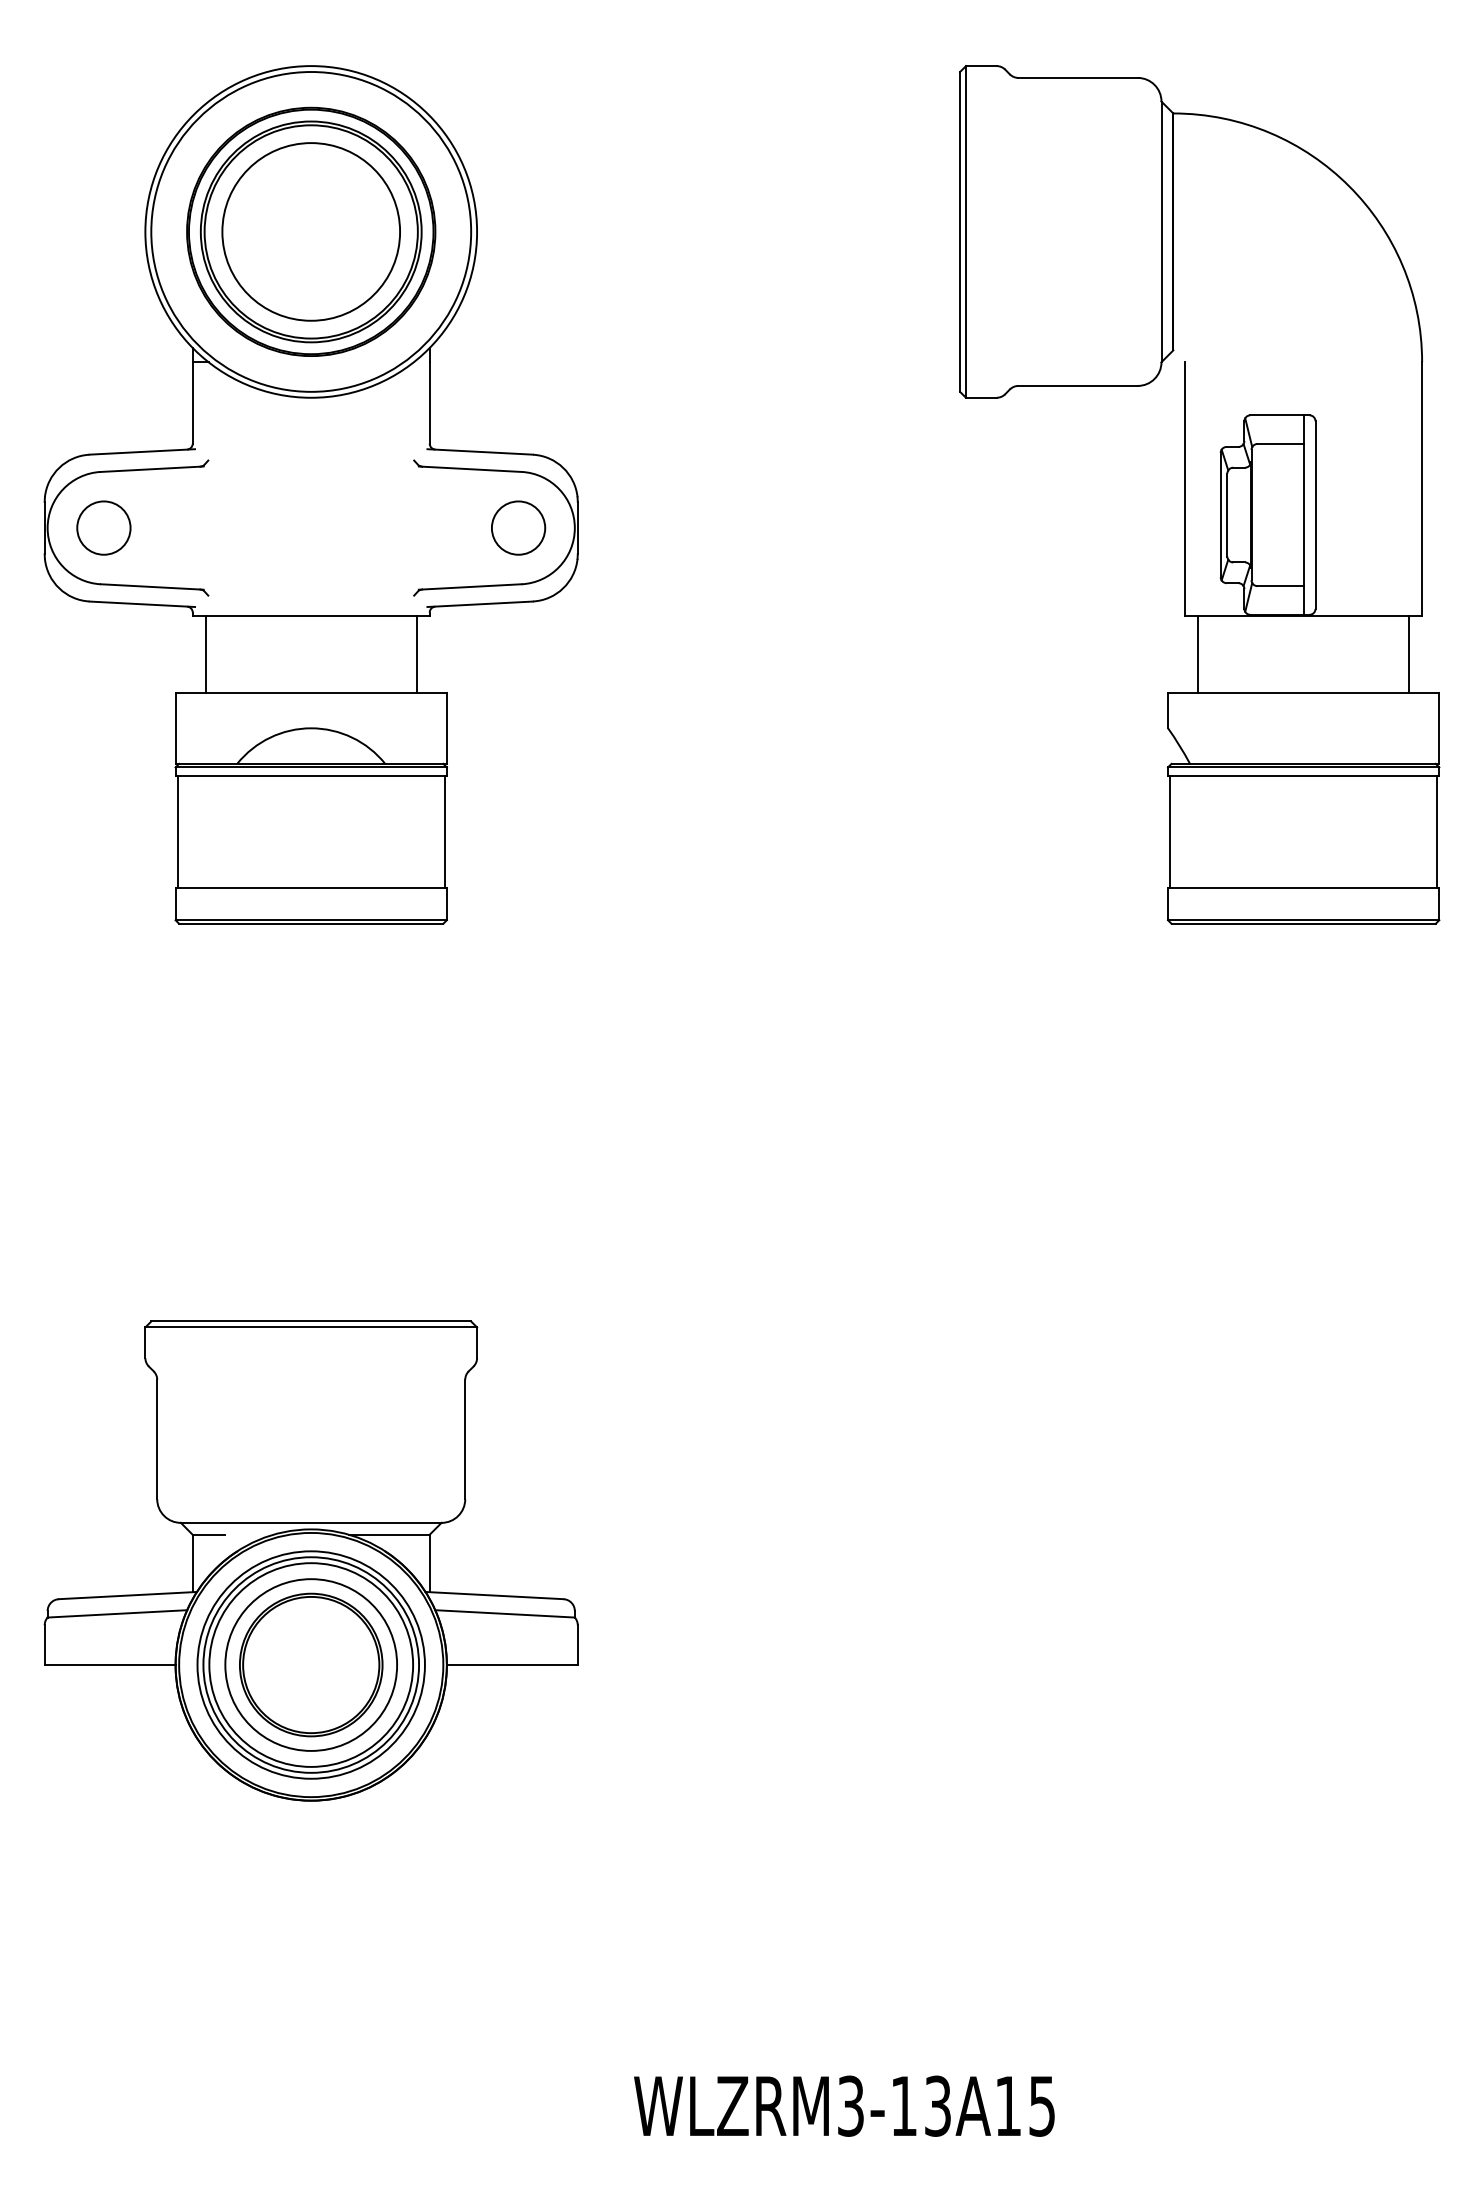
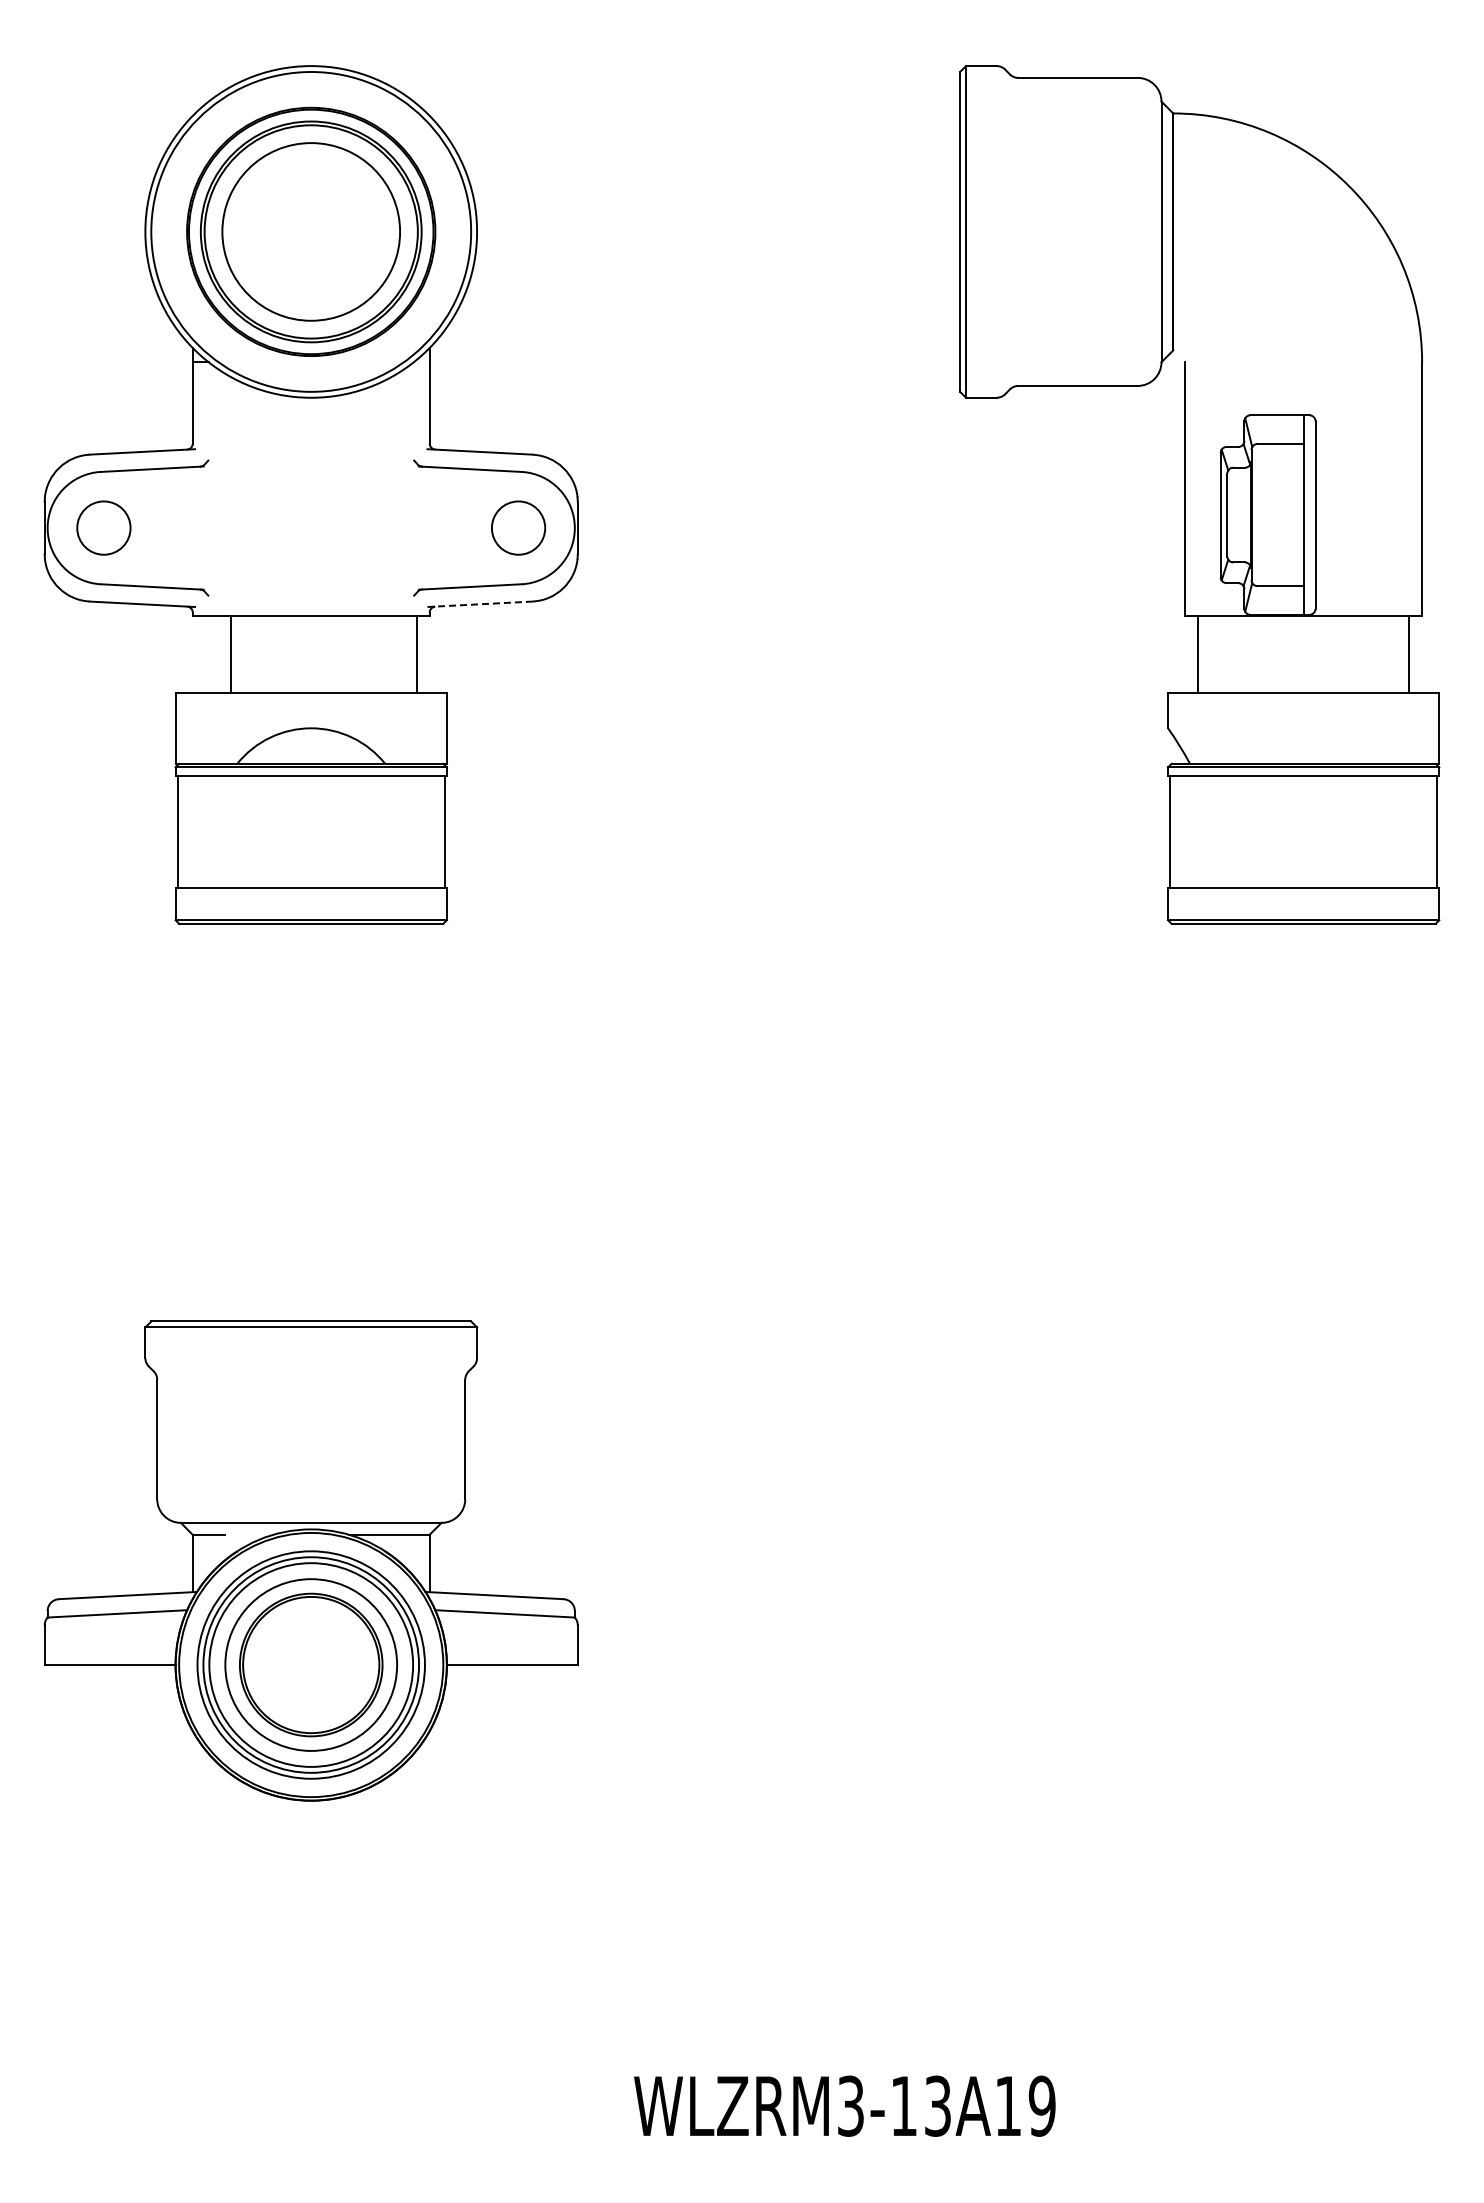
line at (480, 604): solid -> dashed
line at (205, 653) position: (205, 653) -> (230, 653)
text at (1041, 2105): WLZRM3-13A15 -> WLZRM3-13A19
